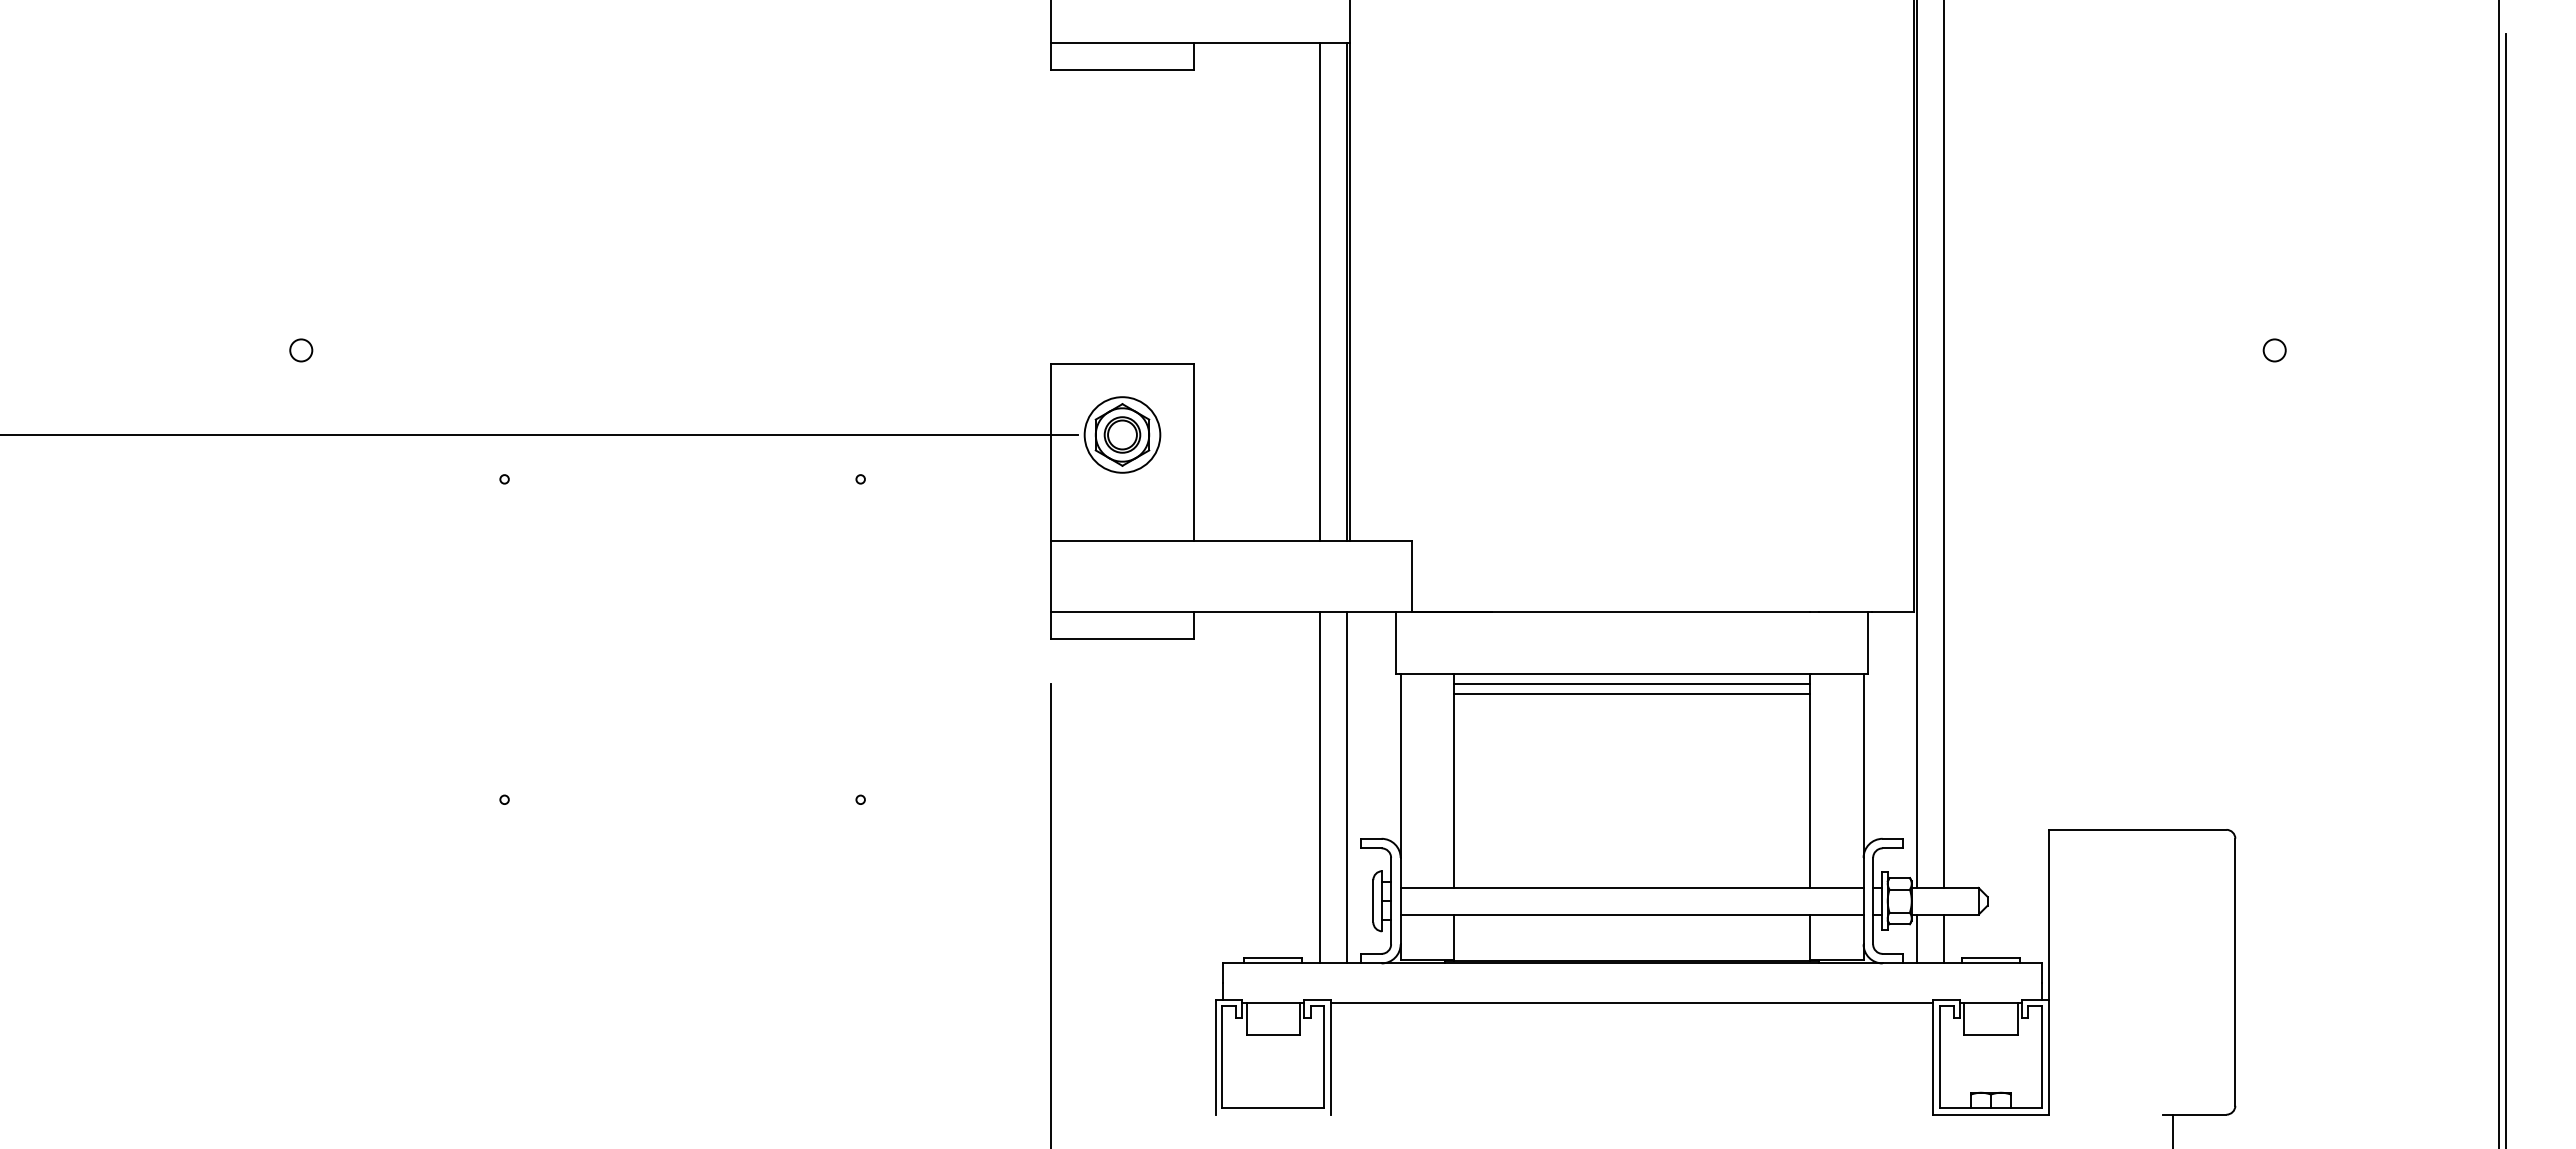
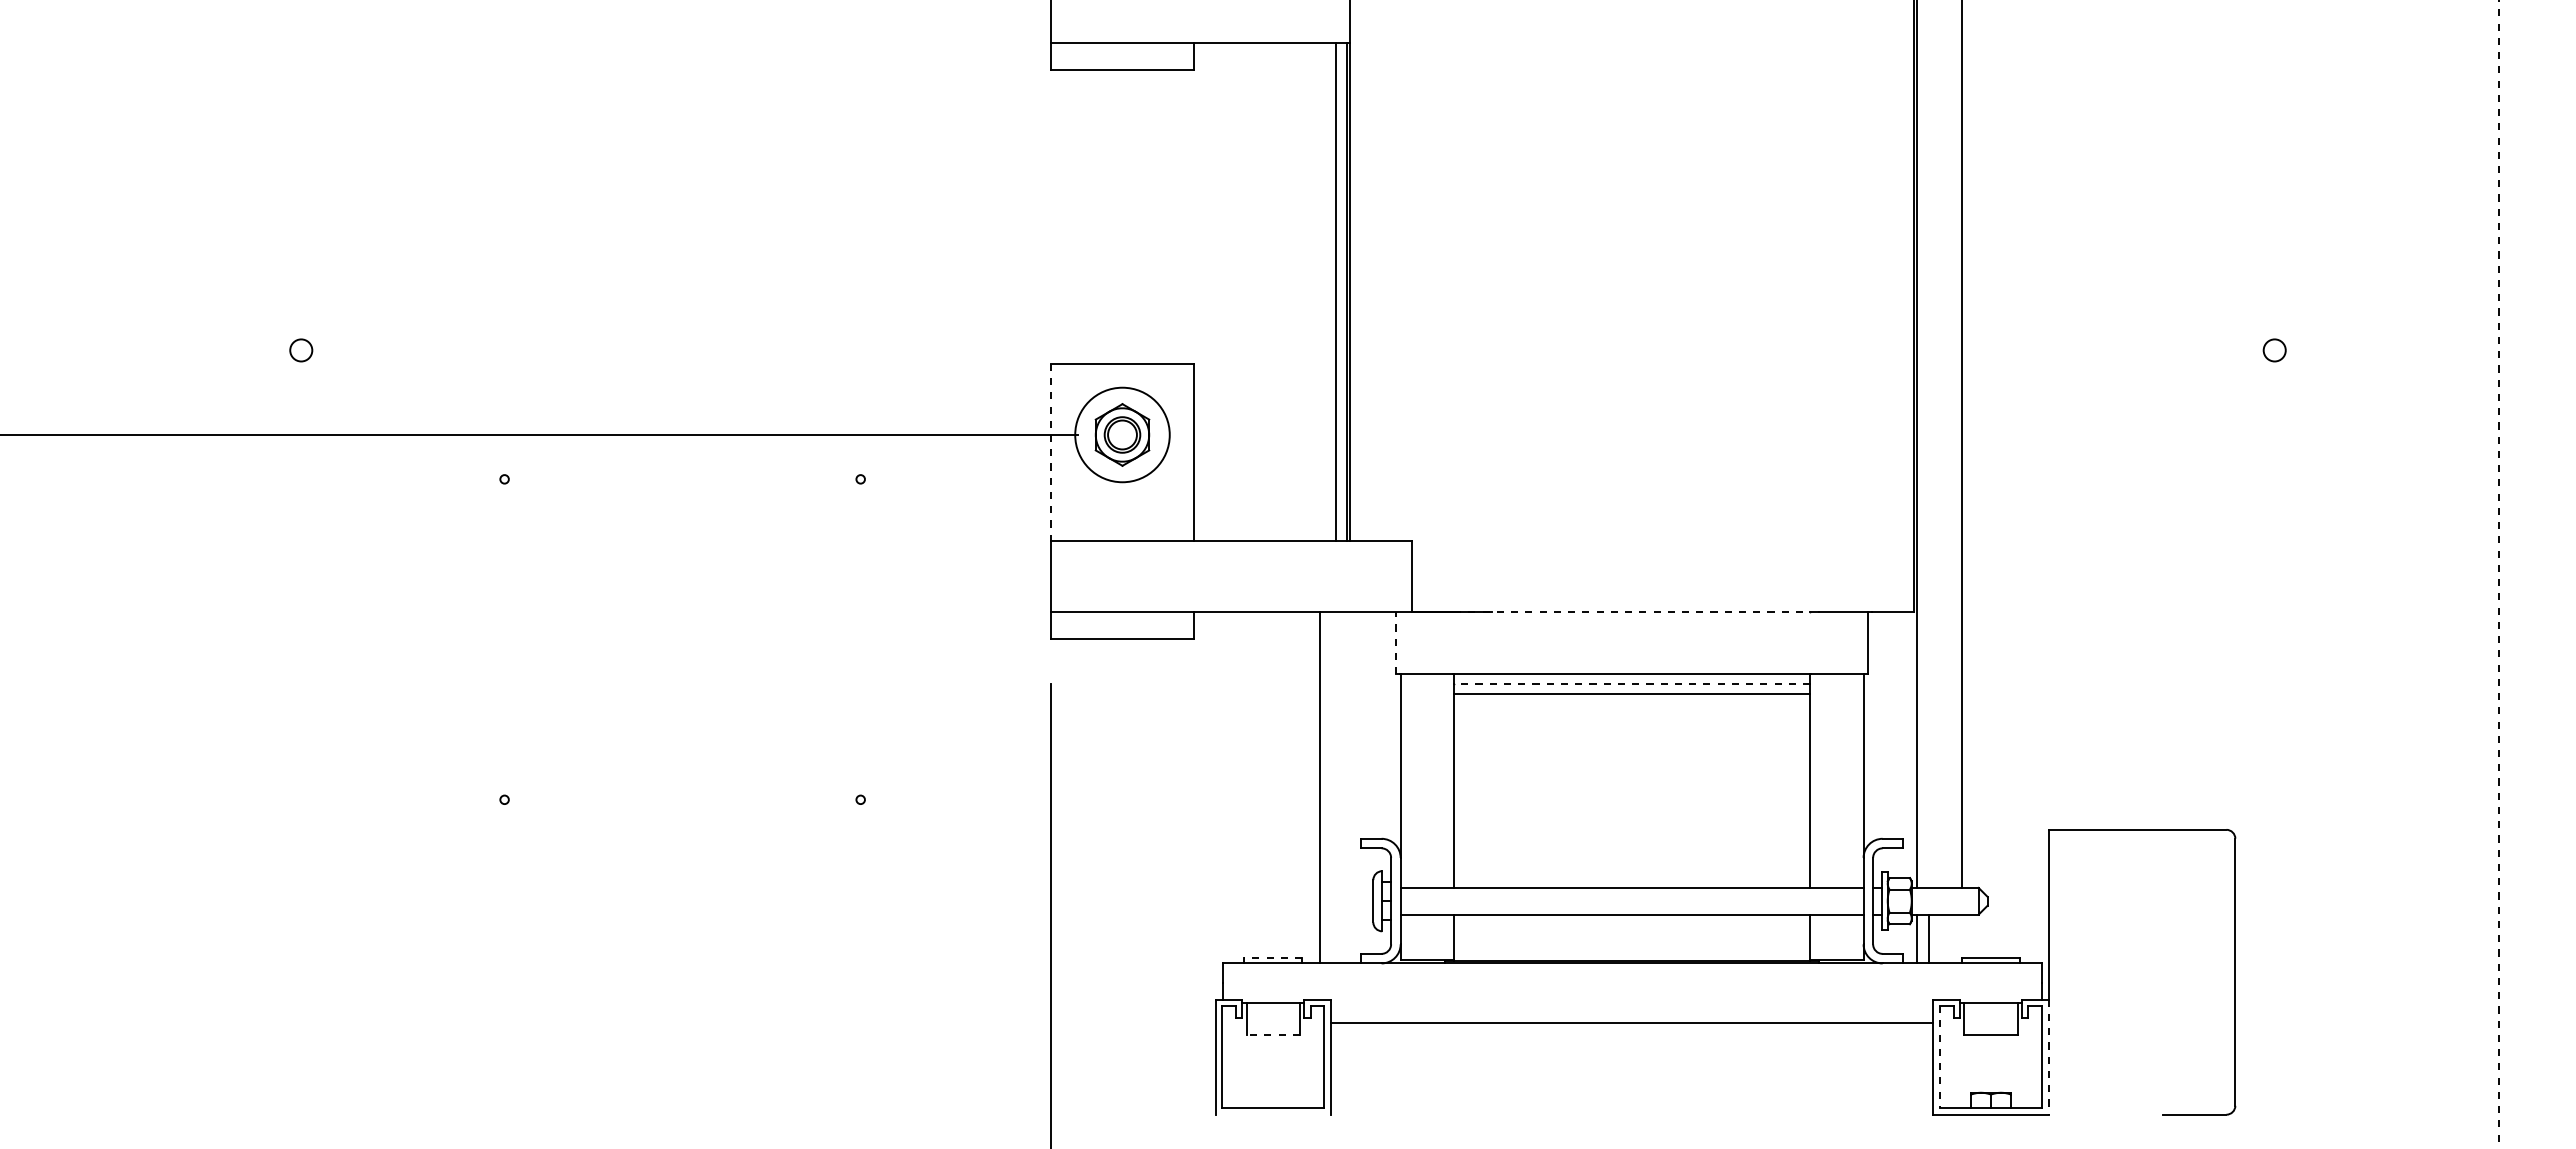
line at (1320, 291) position: (1320, 291) -> (1336, 291)
circle at (1122, 434) diameter: 76 px -> 95 px
line at (1943, 444) position: (1943, 444) -> (1961, 444)
line at (1051, 452): solid -> dashed
line at (2498, 574): solid -> dashed
line at (2506, 589): present -> none
line at (1632, 611): solid -> dashed
line at (1396, 643): solid -> dashed
line at (1631, 683): solid -> dashed
line at (1347, 787): present -> none
line at (1943, 938) position: (1943, 938) -> (1928, 938)
line at (1273, 957): solid -> dashed
line at (1631, 1003) position: (1631, 1003) -> (1631, 1023)
line at (1273, 1035): solid -> dashed
line at (1939, 1057): solid -> dashed
line at (2048, 1057): solid -> dashed
line at (2173, 1129): present -> none
